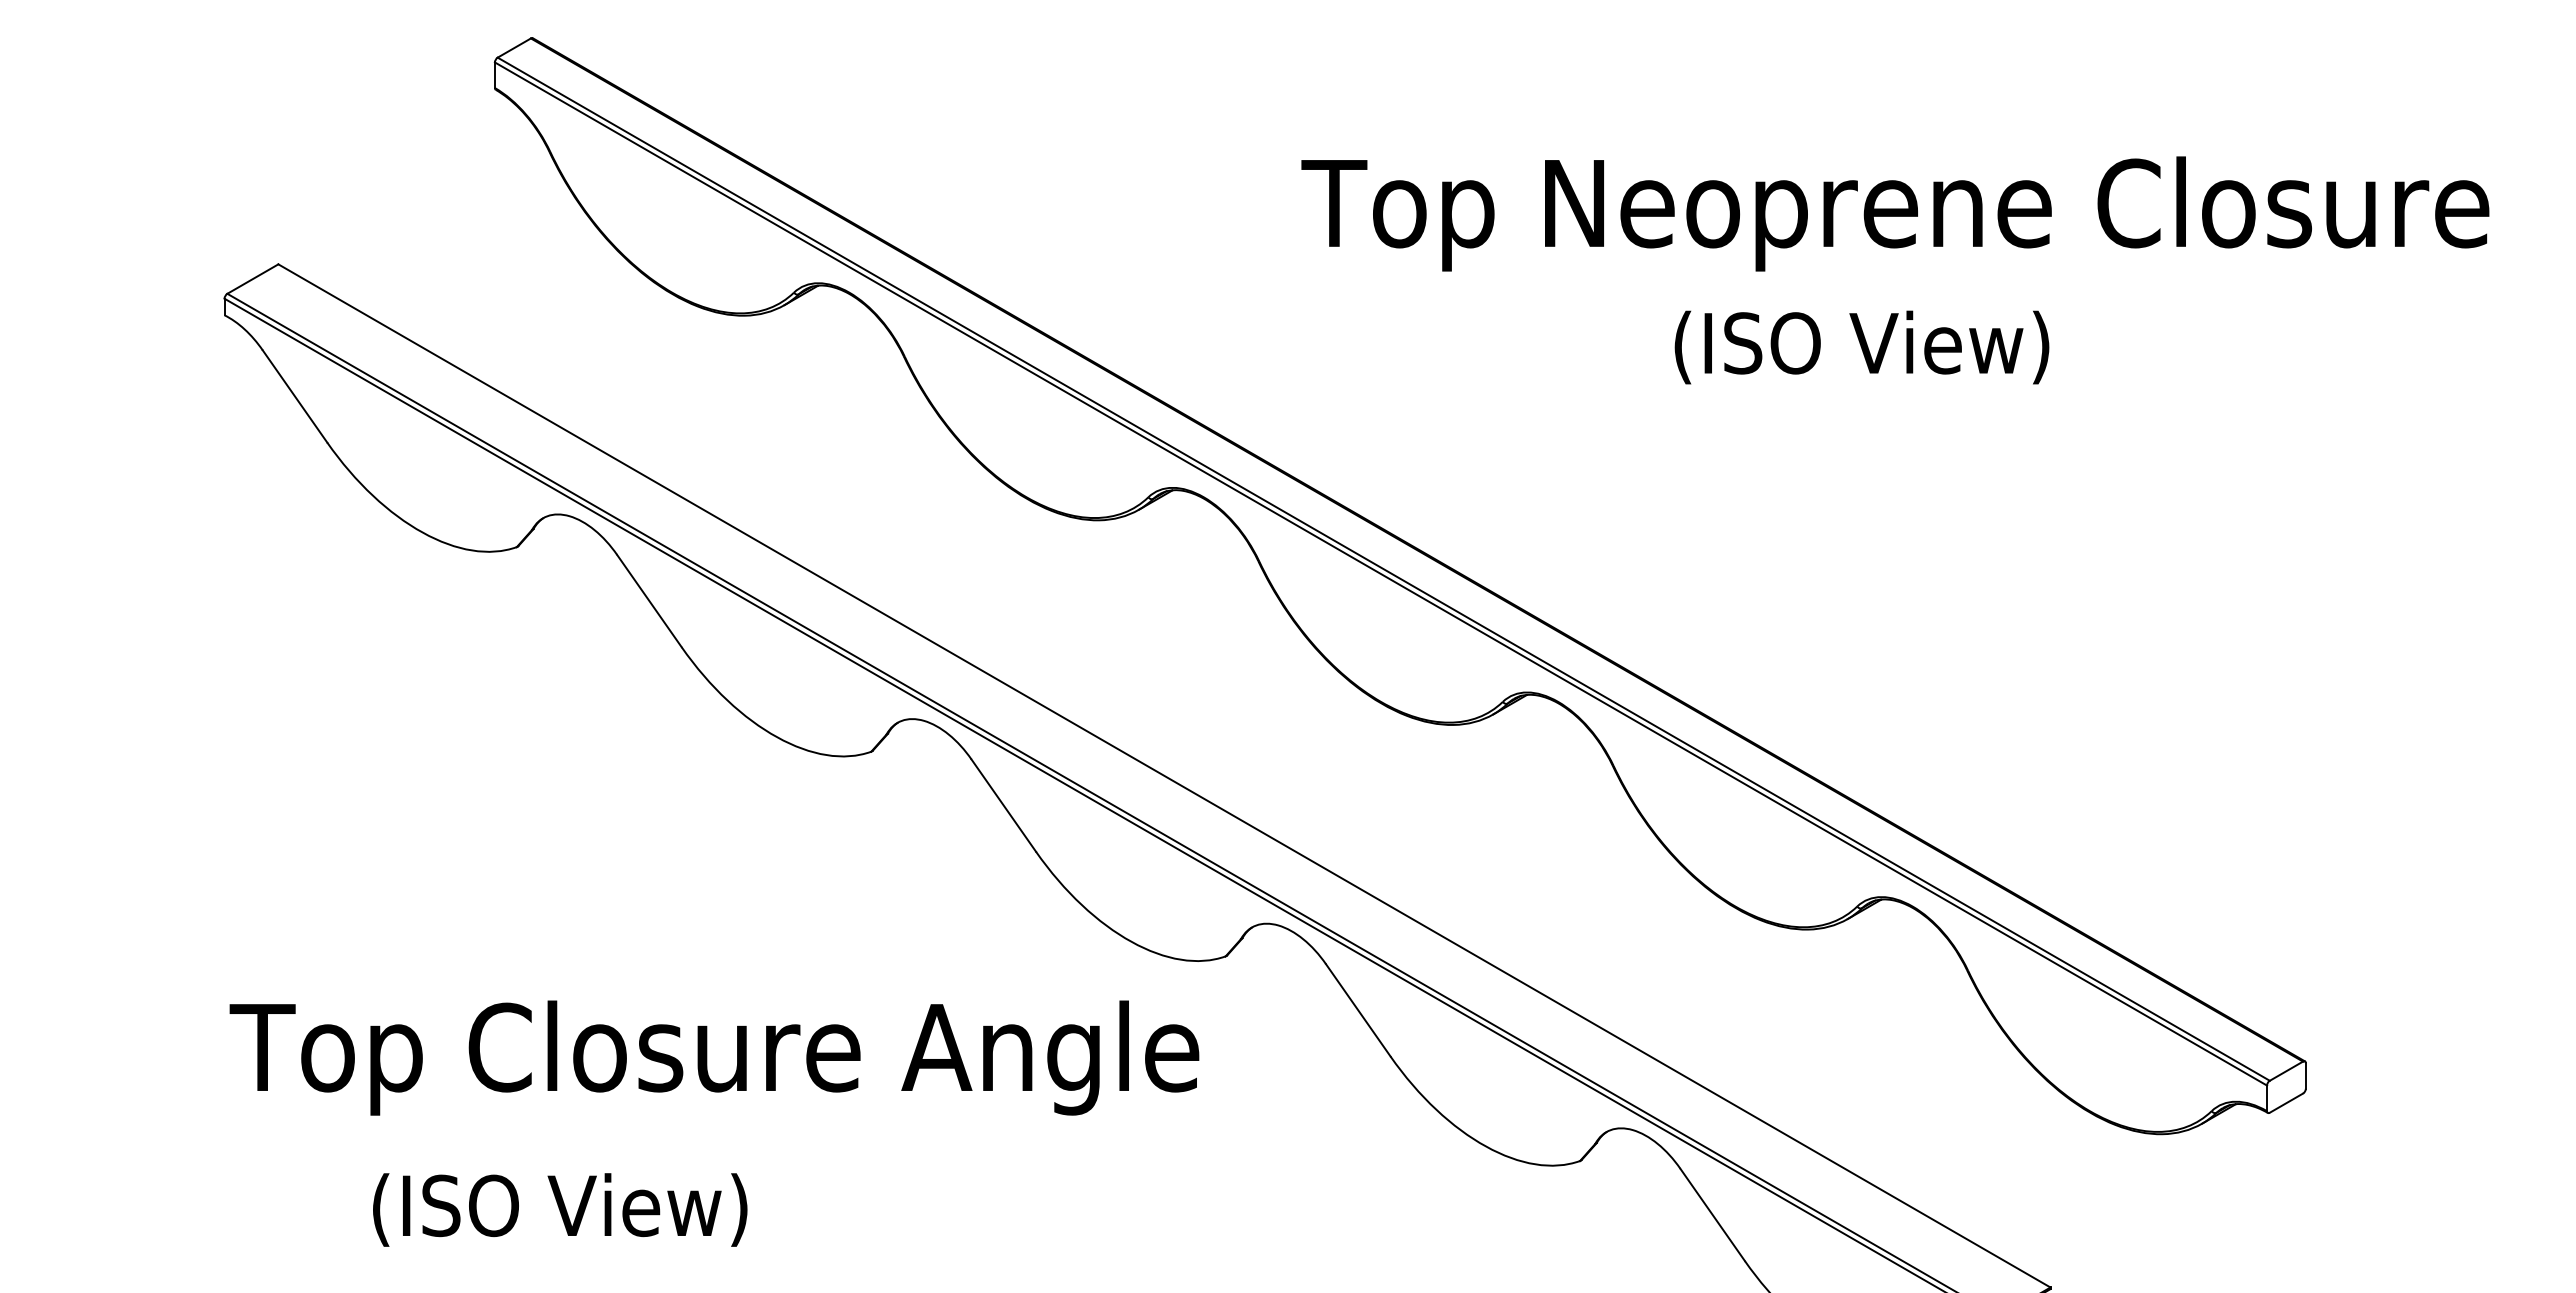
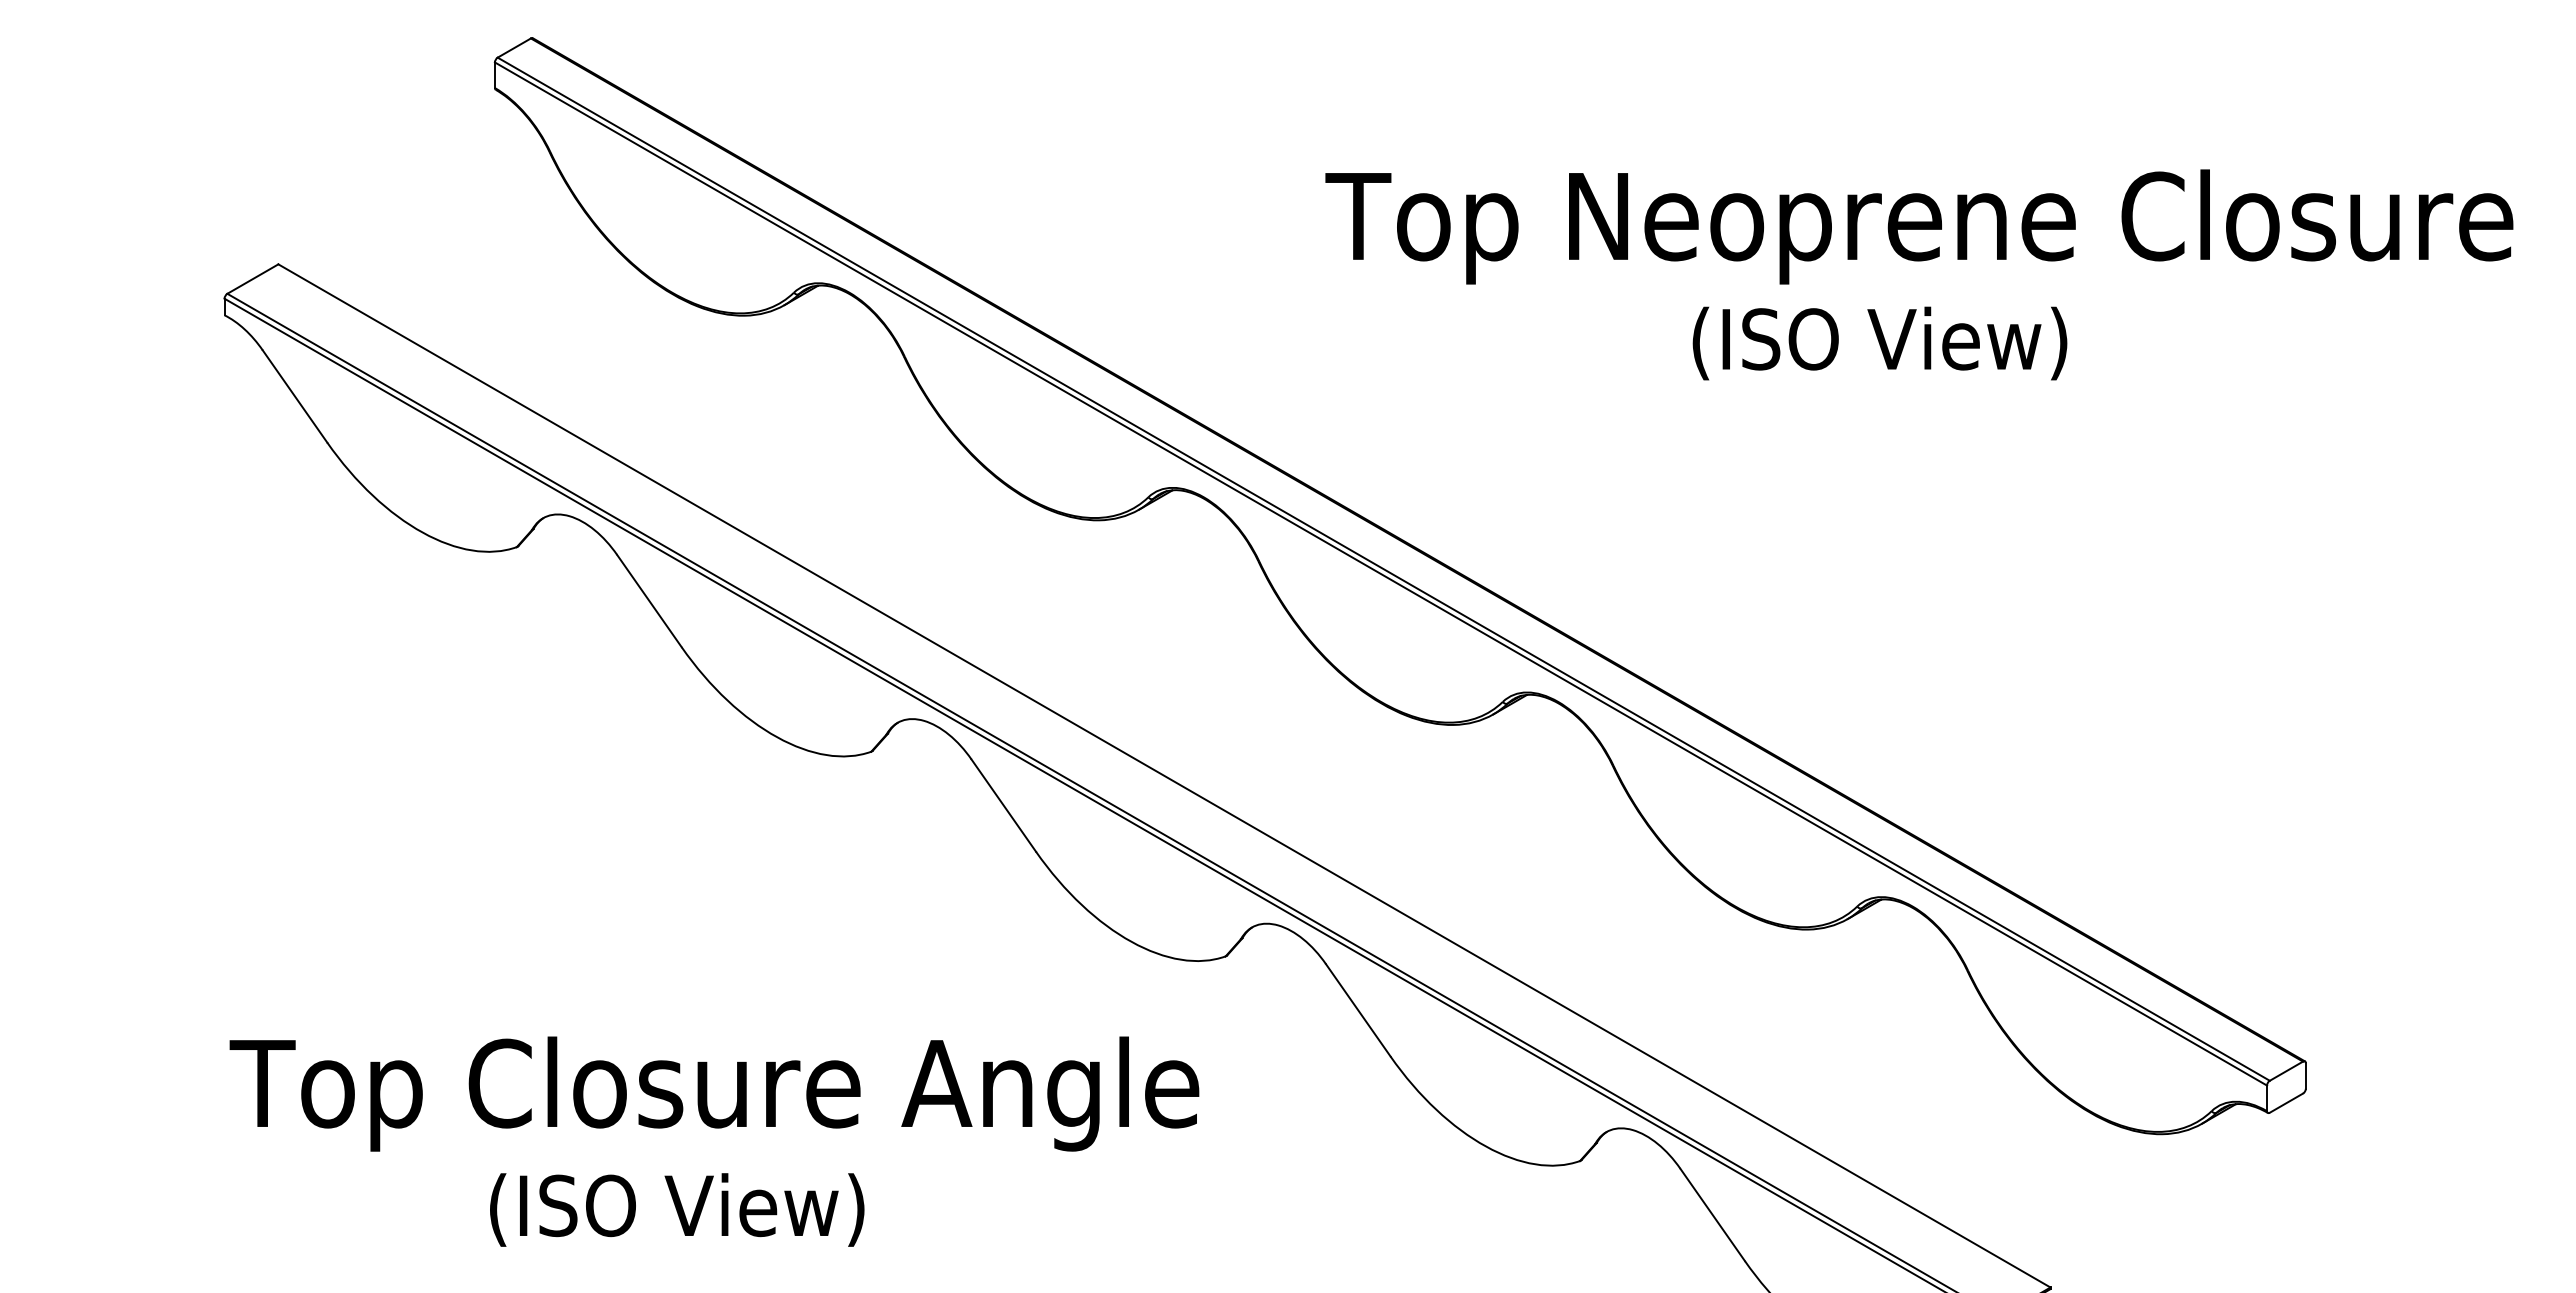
text at (1895, 213) position: (1895, 213) -> (1919, 226)
text at (1861, 347) position: (1861, 347) -> (1879, 343)
text at (714, 1057) position: (714, 1057) -> (714, 1093)
text at (560, 1209) position: (560, 1209) -> (677, 1209)
